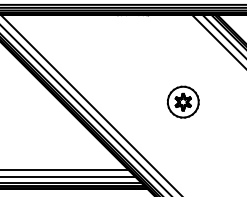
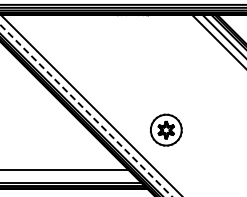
part at (182, 101) position: (182, 101) -> (165, 129)
line at (85, 110): solid -> dashed
line at (68, 177): present -> none
